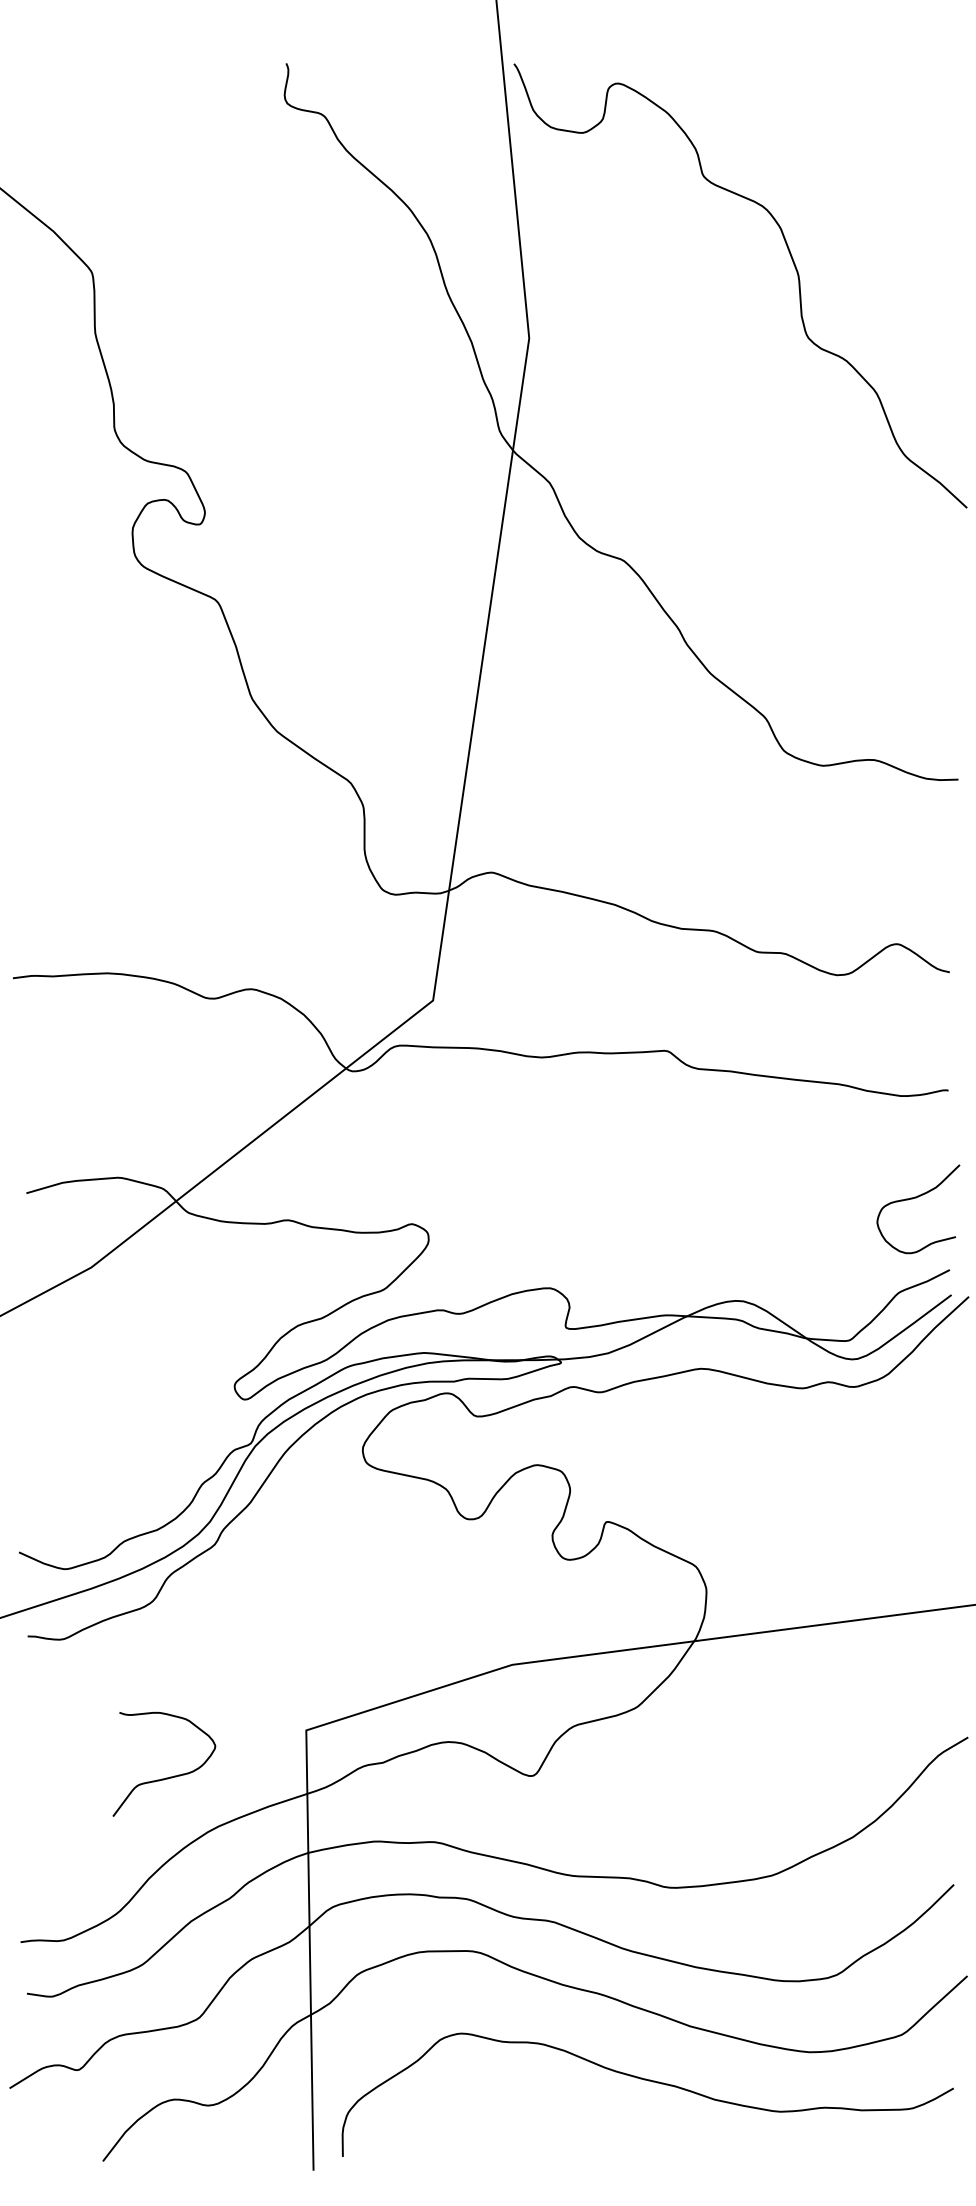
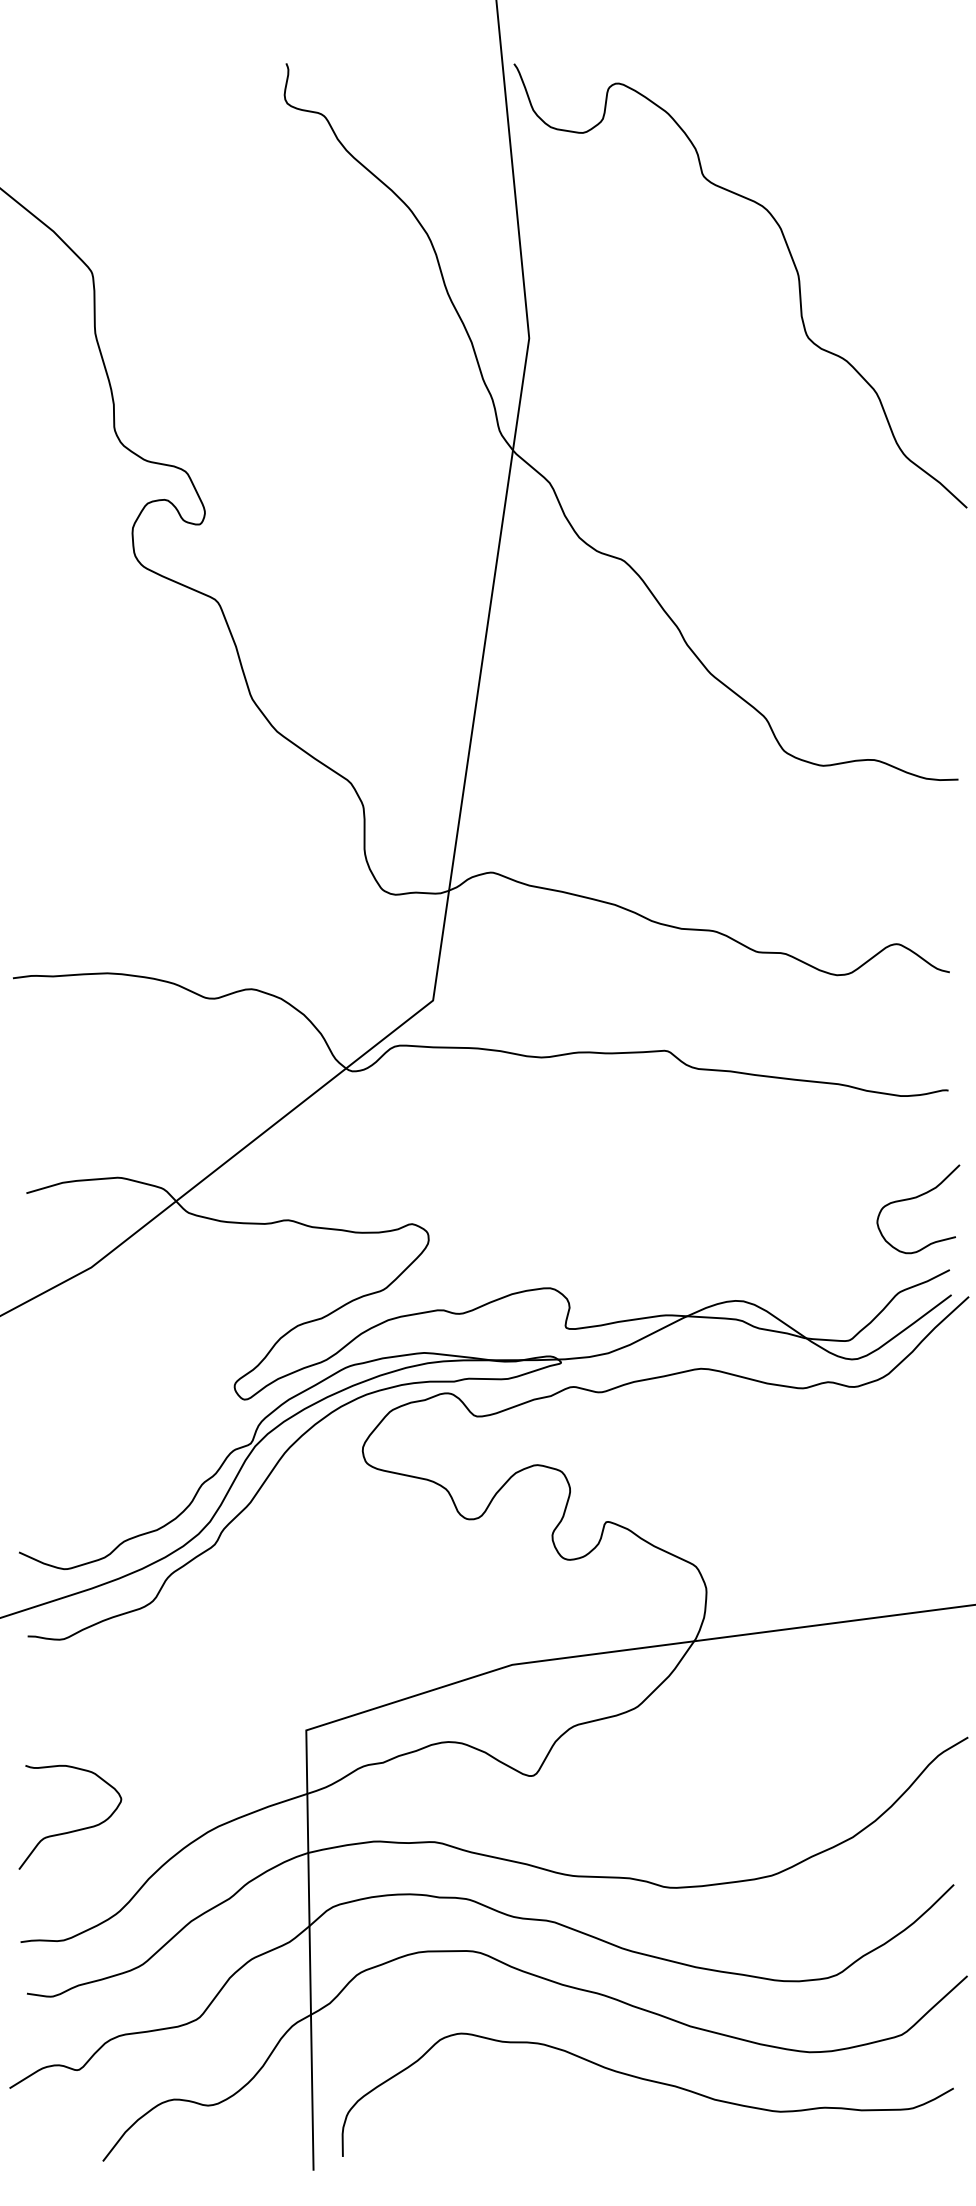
curve at (166, 1777) position: (166, 1777) -> (72, 1830)
